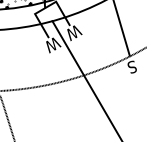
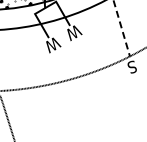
line at (121, 28): solid -> dashed
line at (86, 79): present -> none
